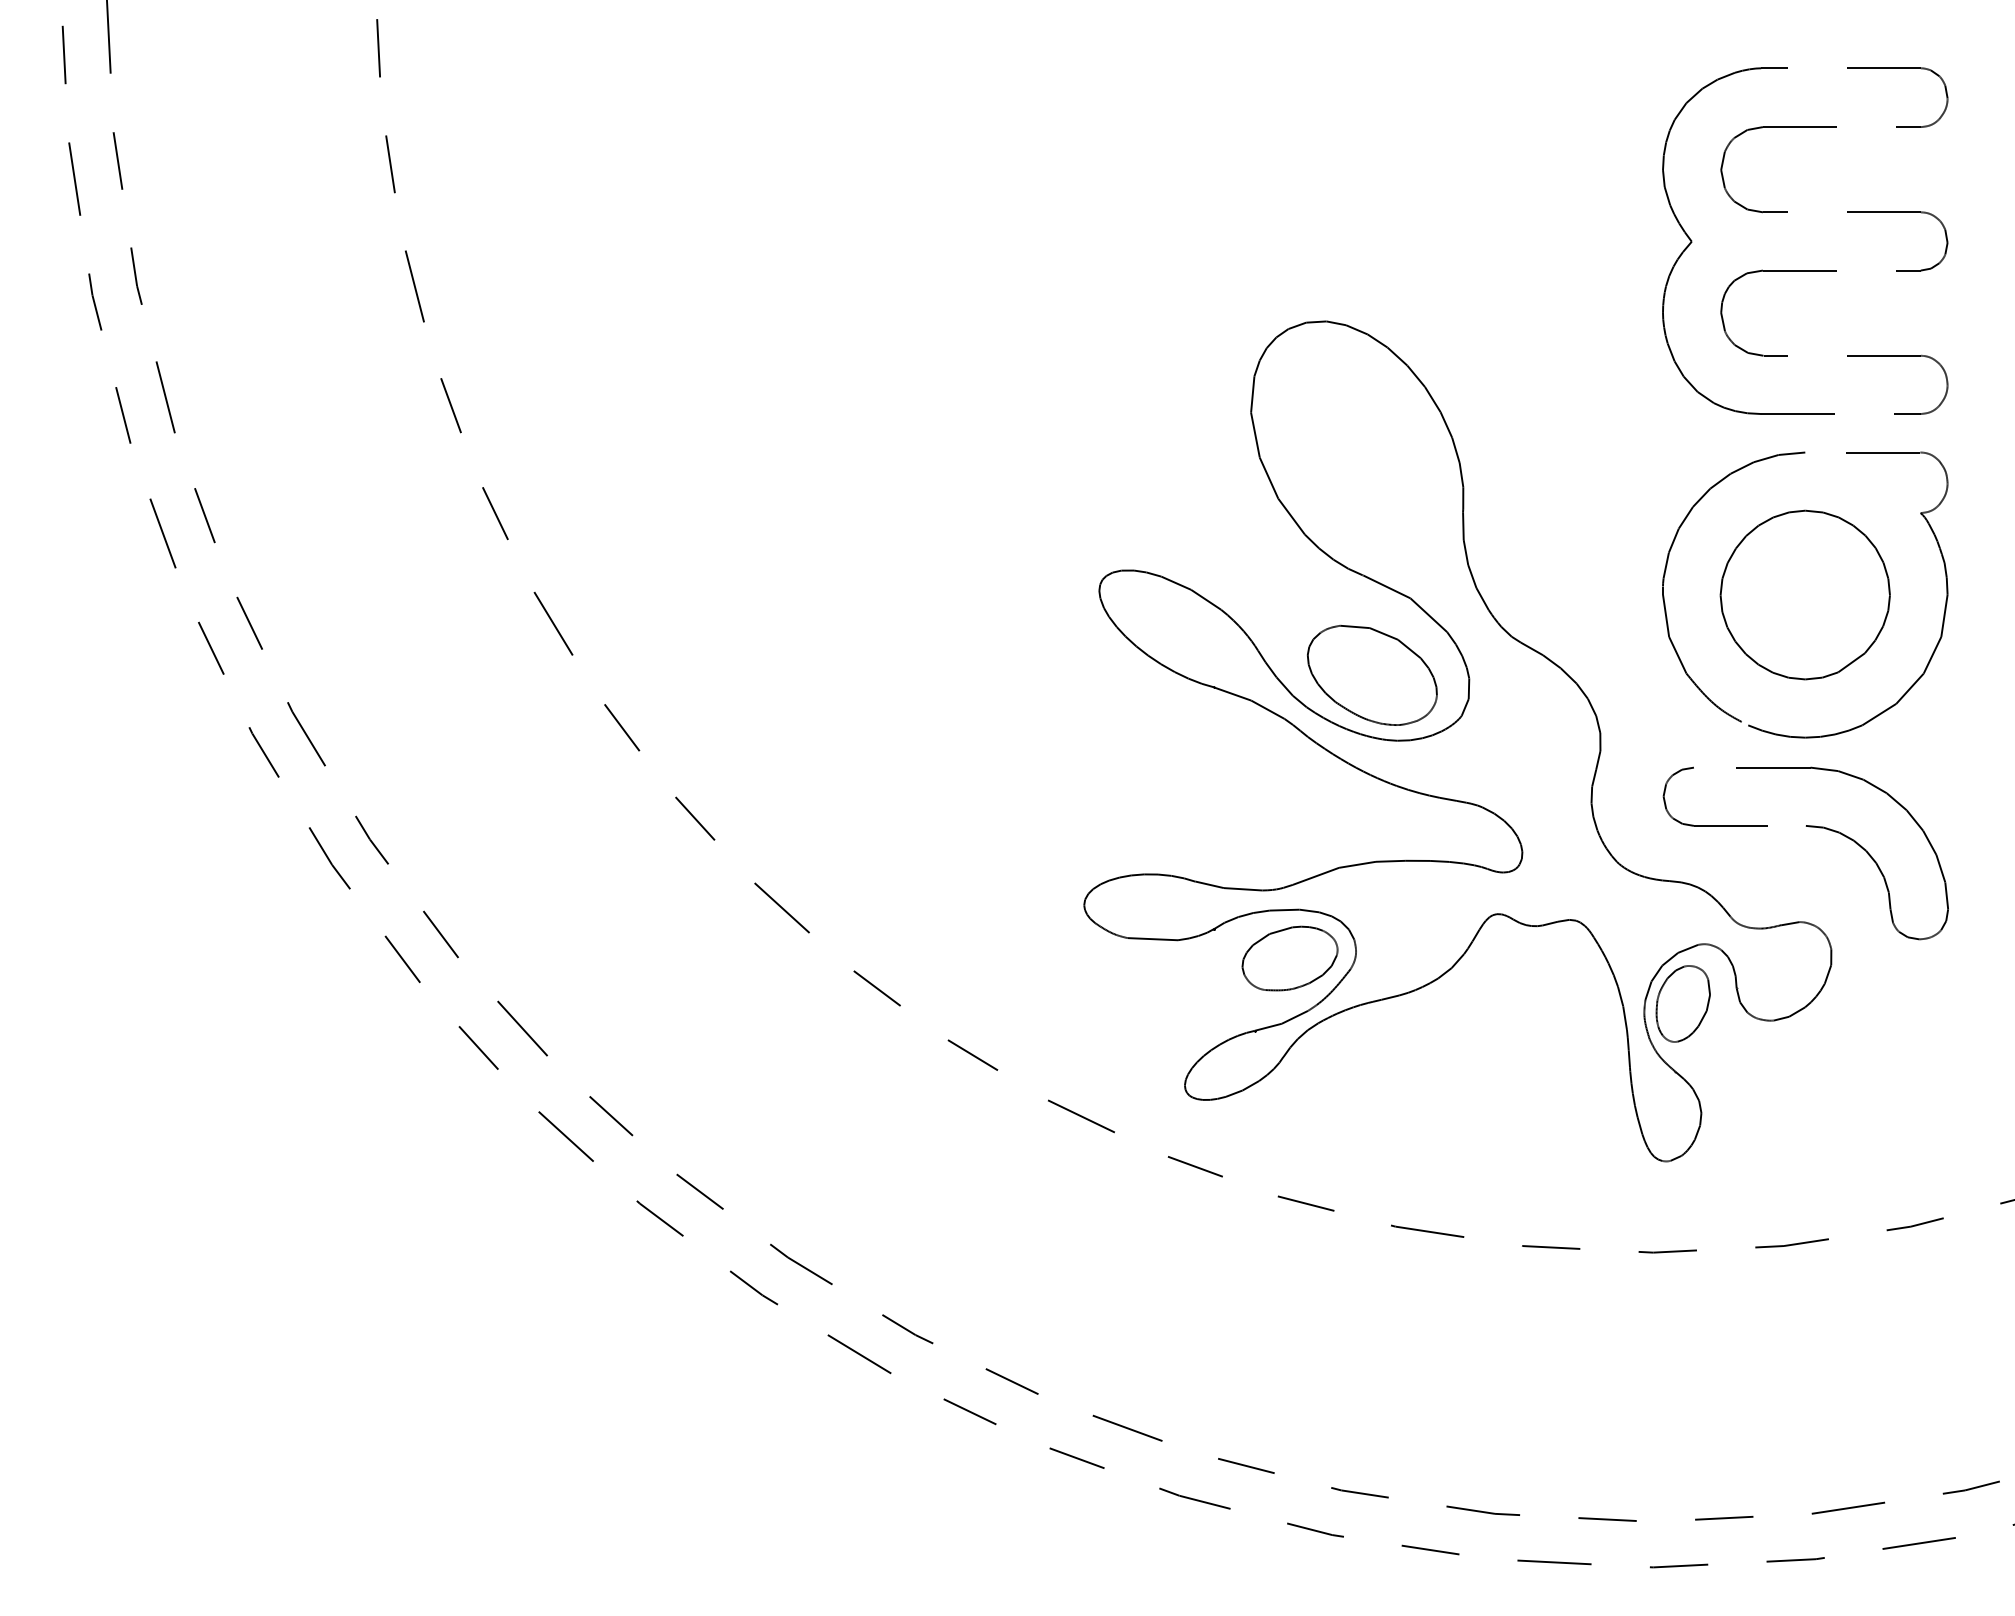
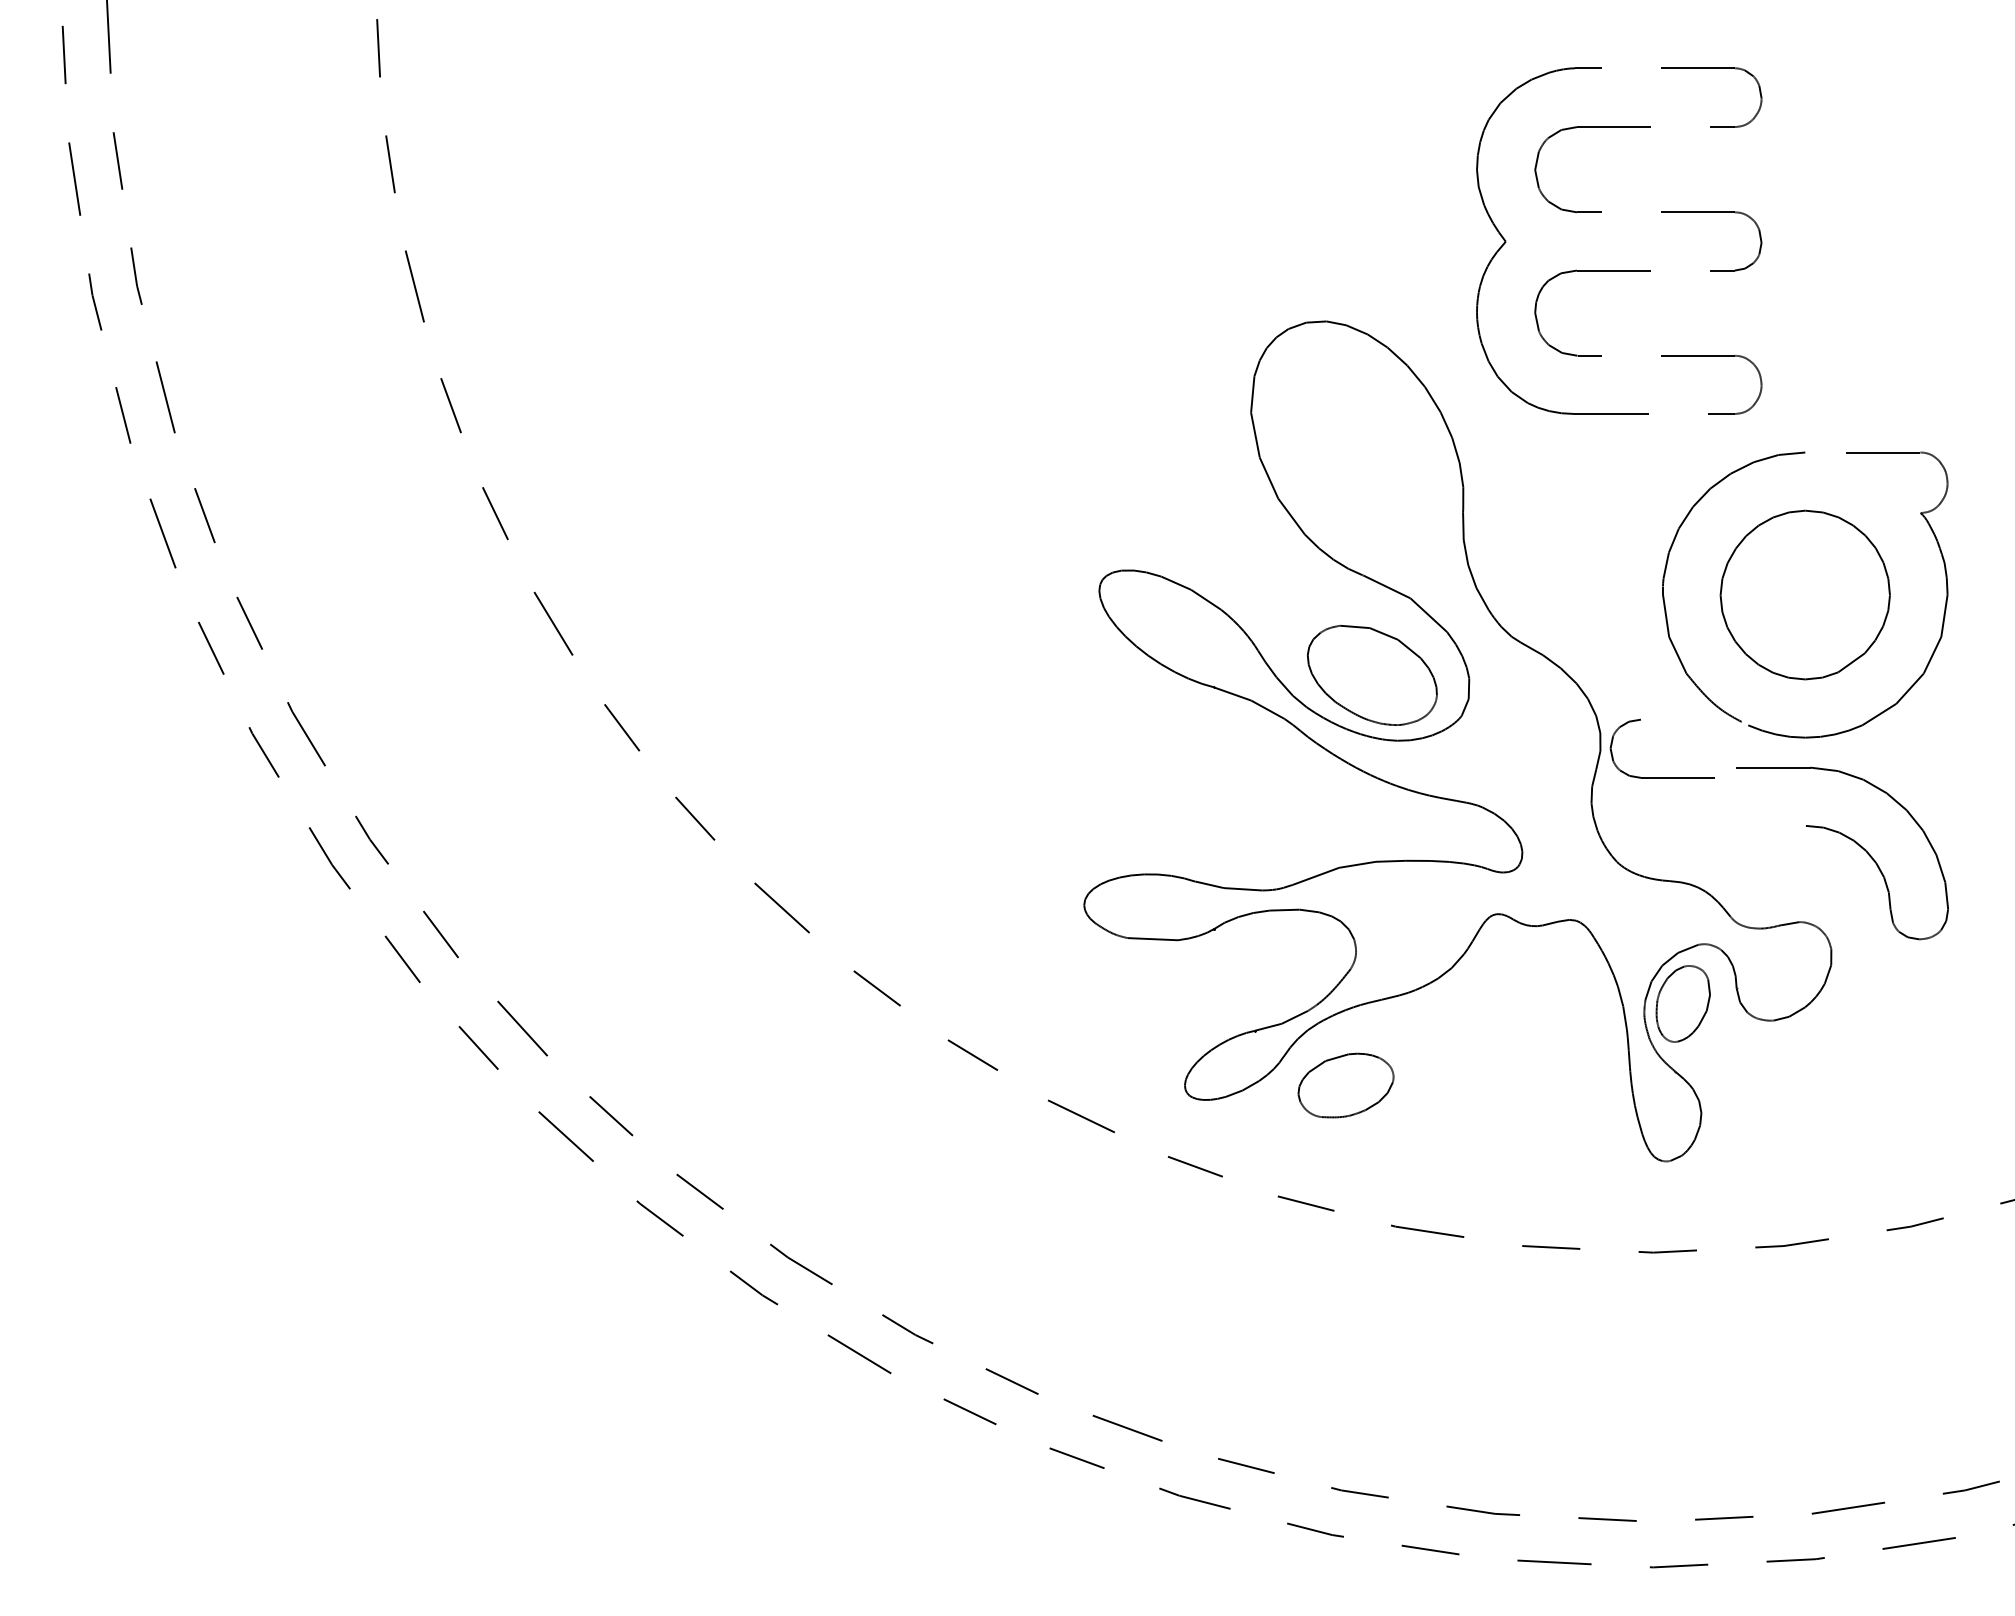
part at (1805, 270) position: (1805, 270) -> (1619, 270)
part at (1714, 825) position: (1714, 825) -> (1661, 777)
part at (1289, 958) position: (1289, 958) -> (1345, 1085)
